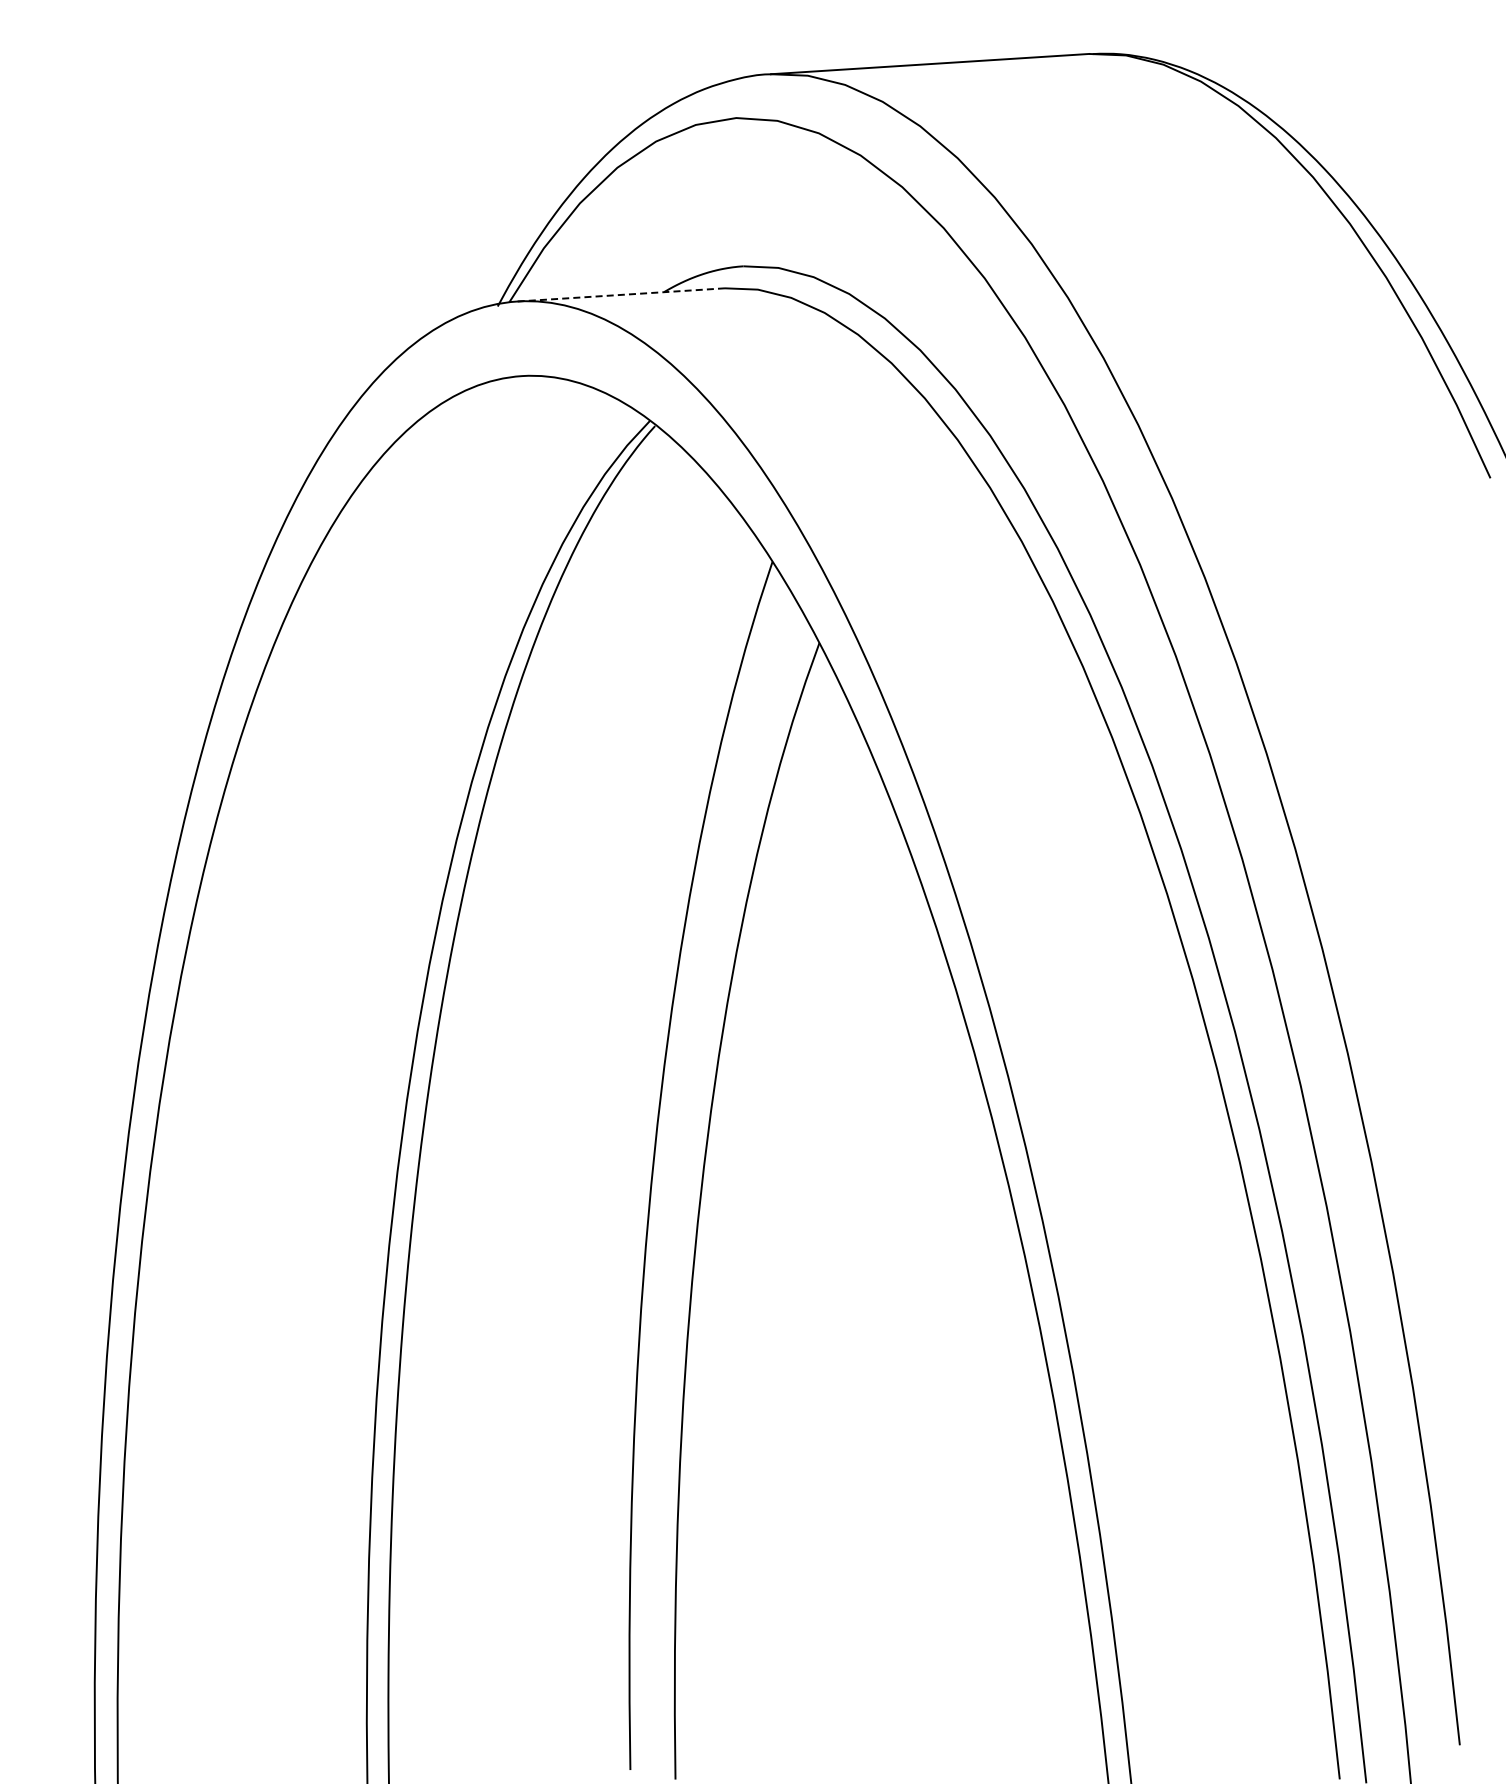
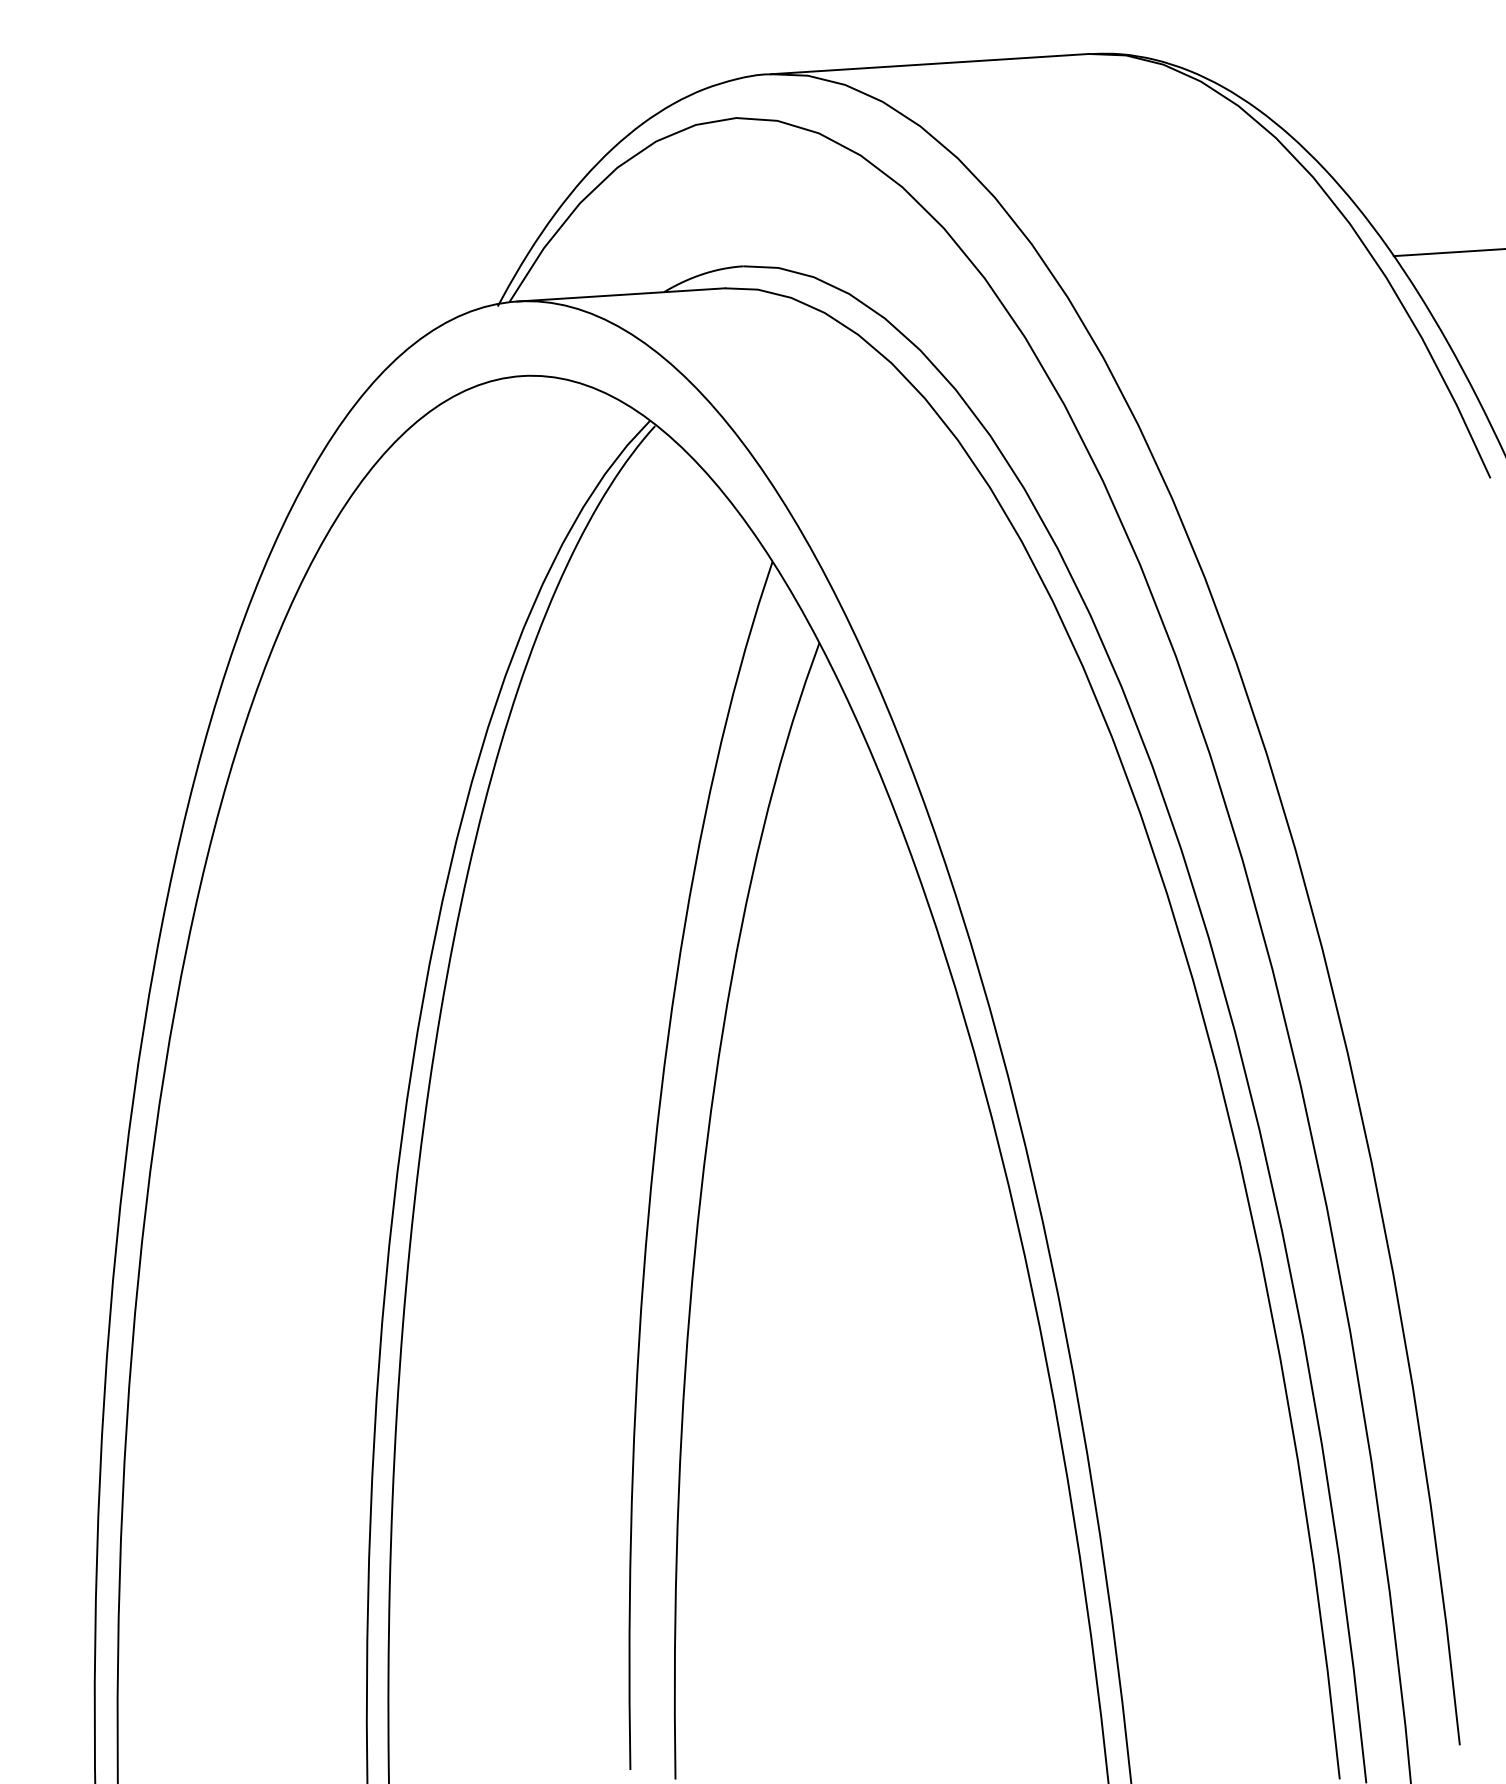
line at (1447, 252): none -> present
line at (621, 294): dashed -> solid
